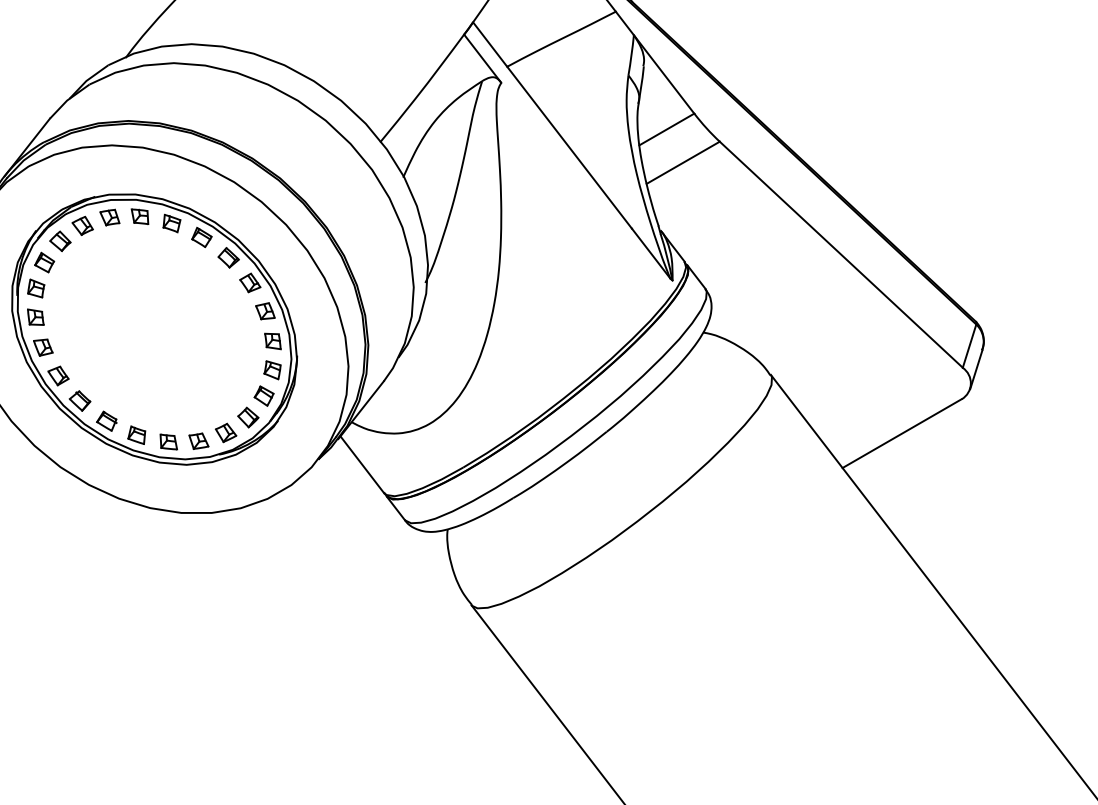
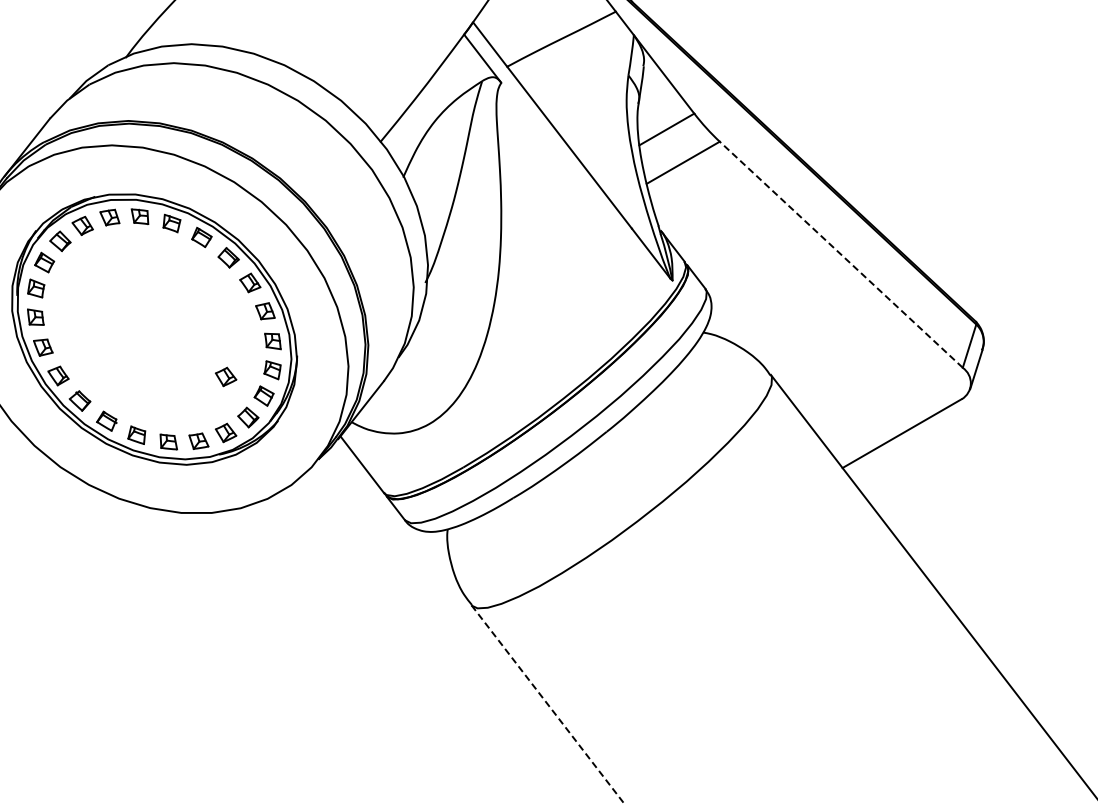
line at (841, 254): solid -> dashed
part at (225, 376): none -> present
line at (548, 705): solid -> dashed
